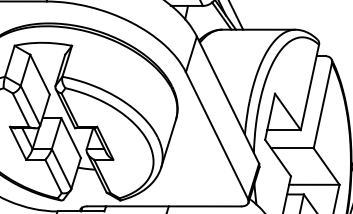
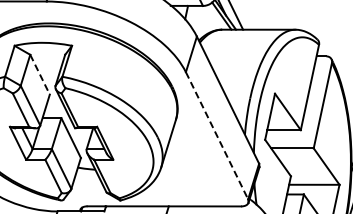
line at (40, 75): solid -> dashed
line at (217, 135): solid -> dashed
